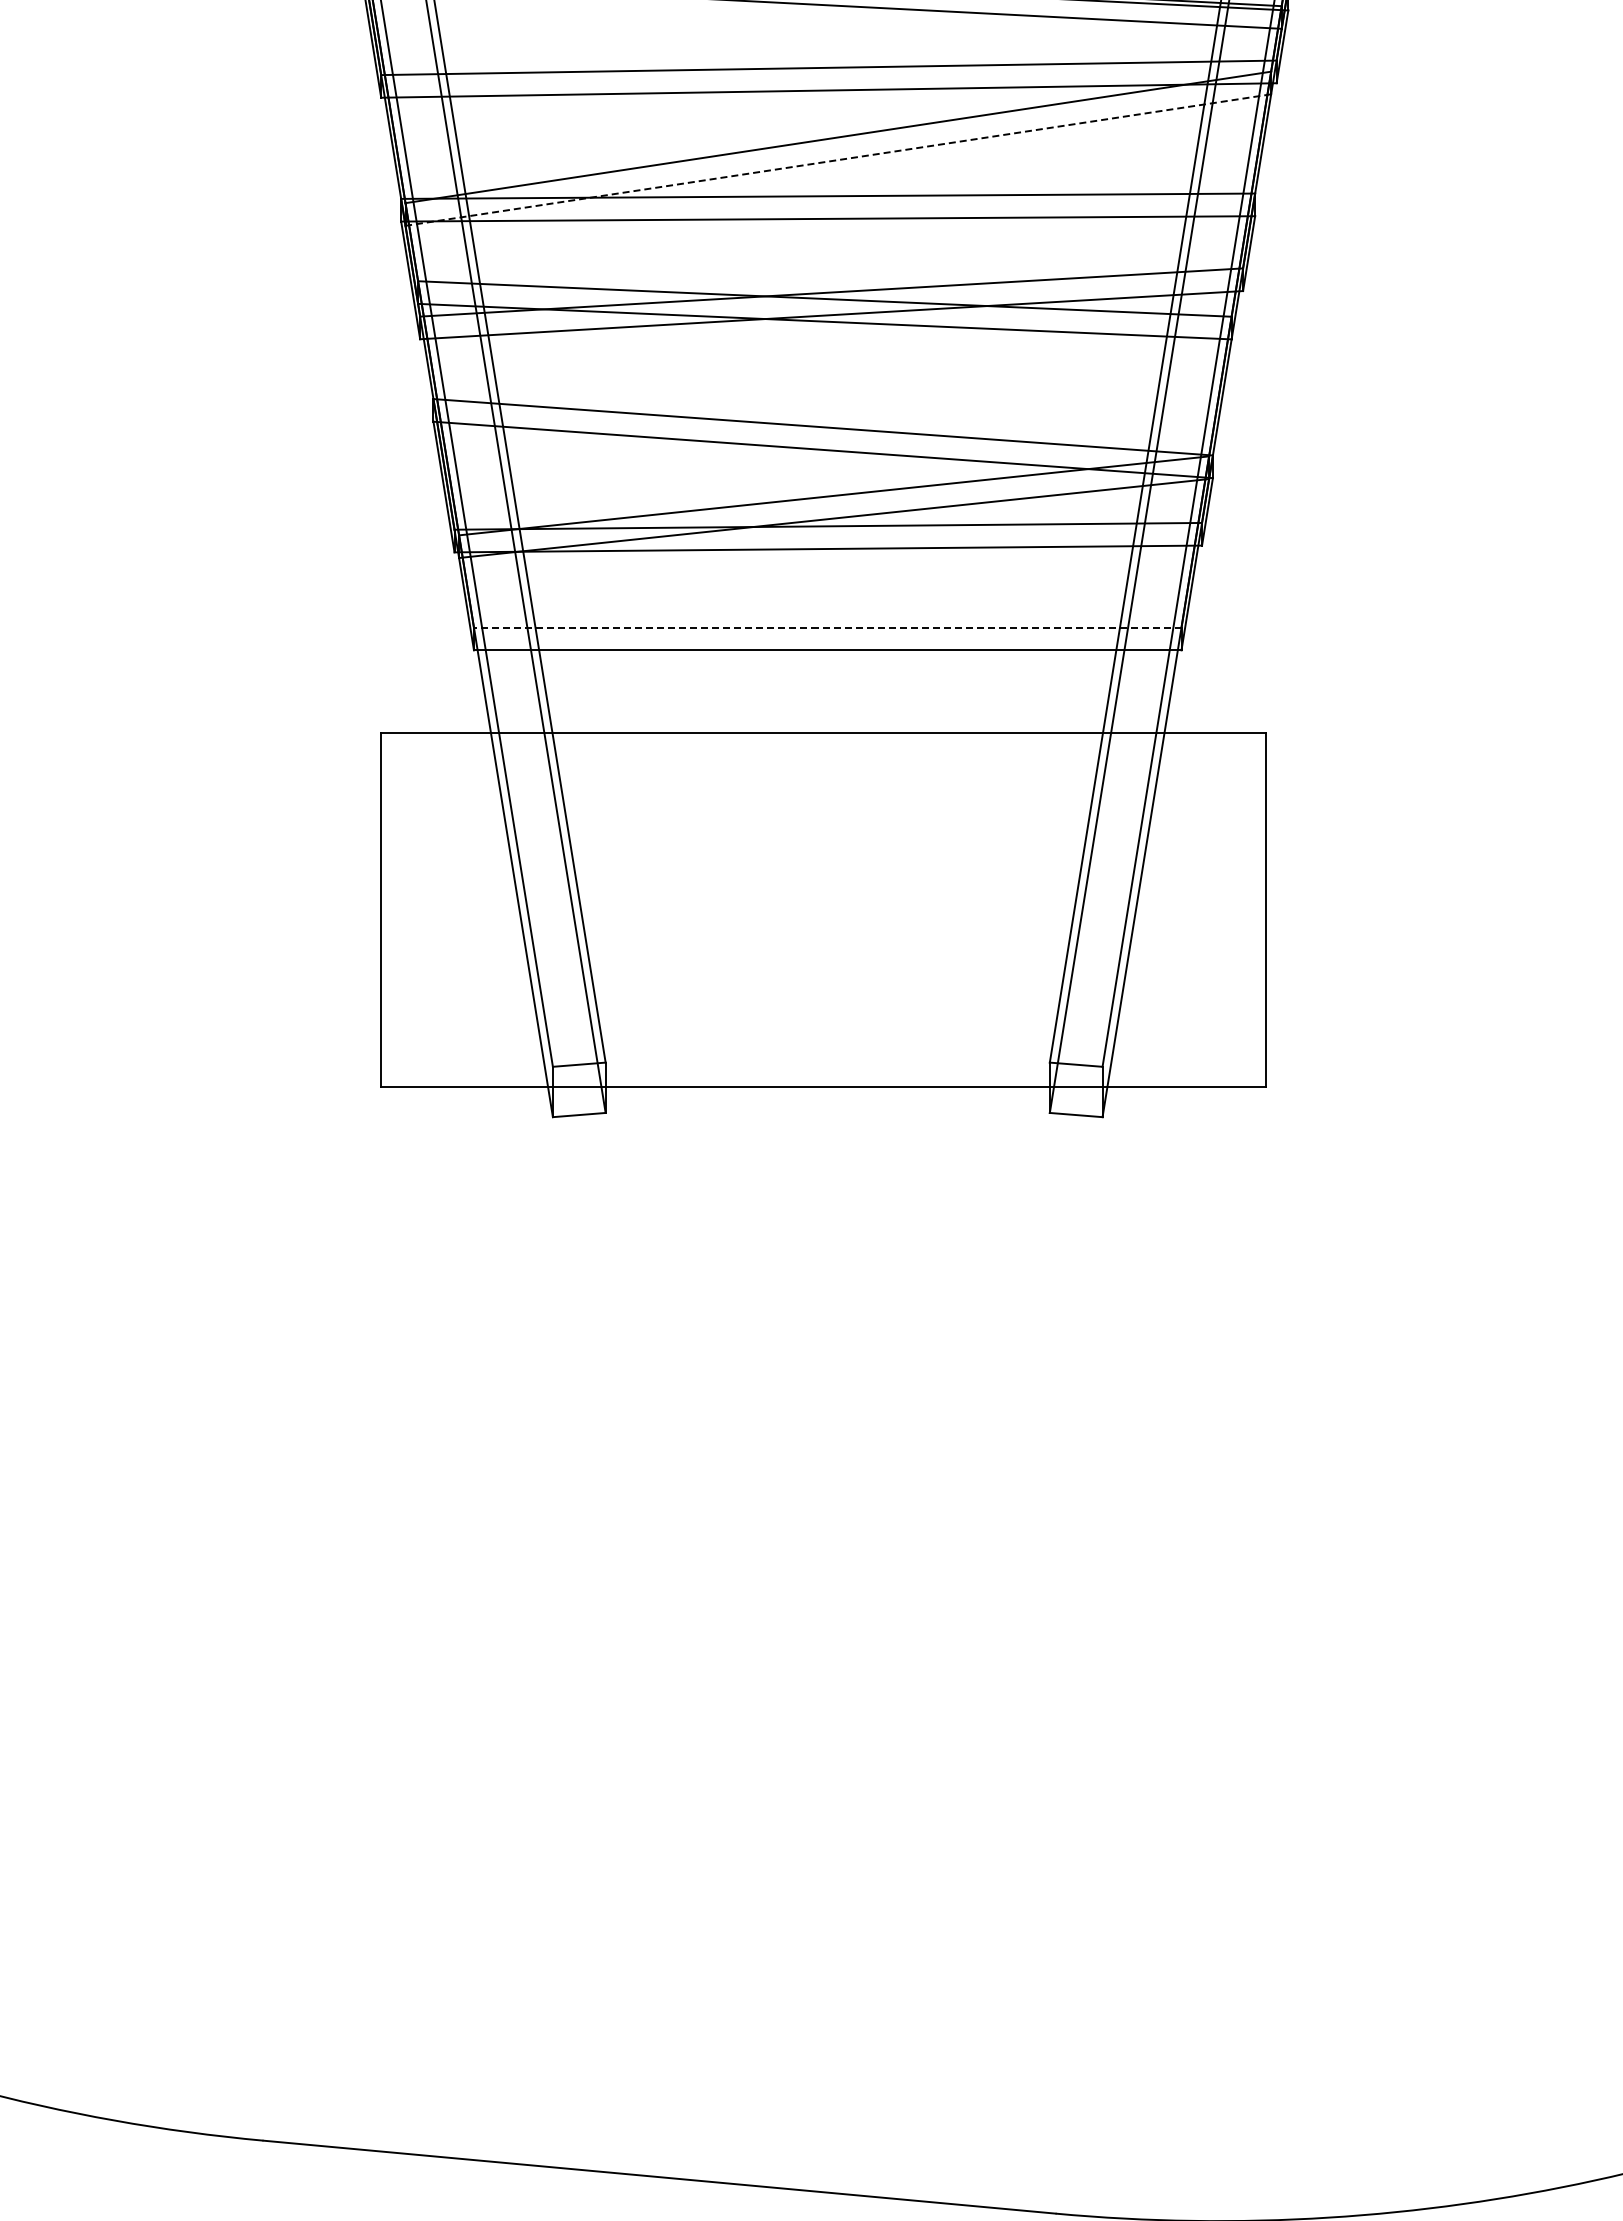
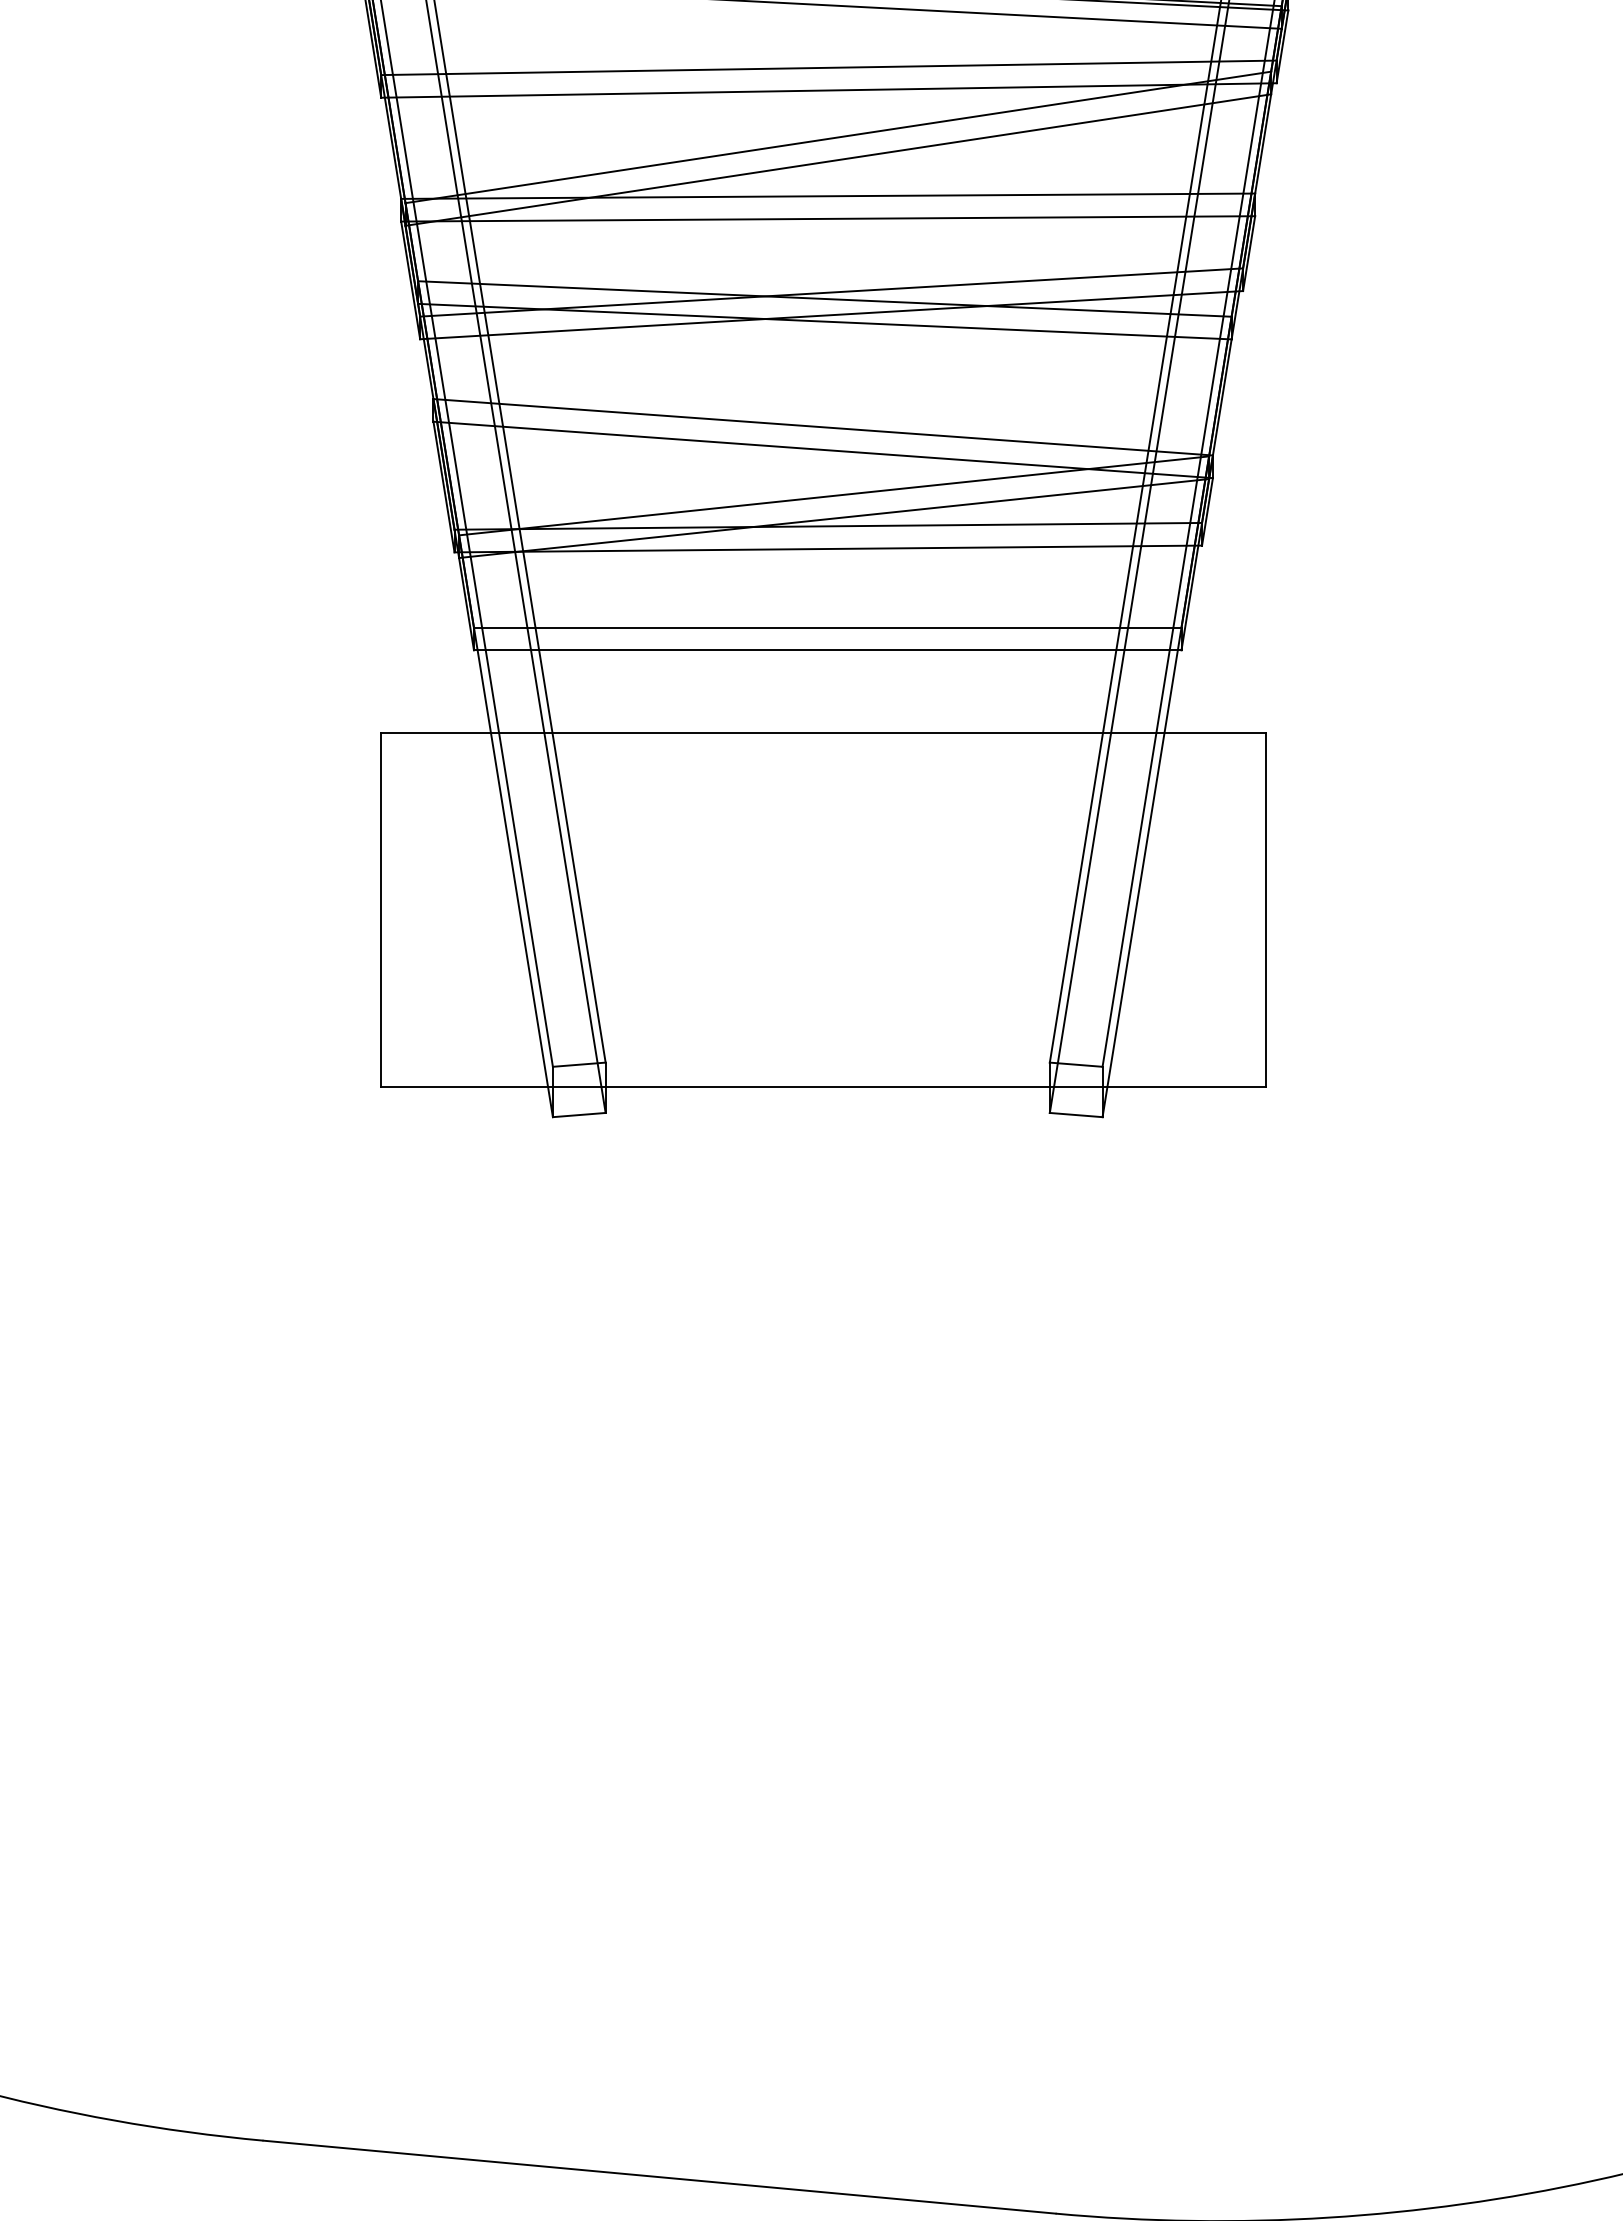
line at (838, 160): dashed -> solid
line at (827, 627): dashed -> solid
